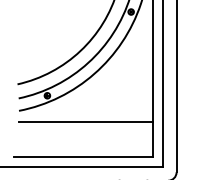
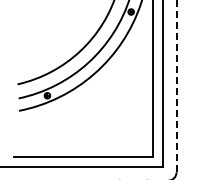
line at (176, 86): solid -> dashed
line at (85, 121): present -> none
